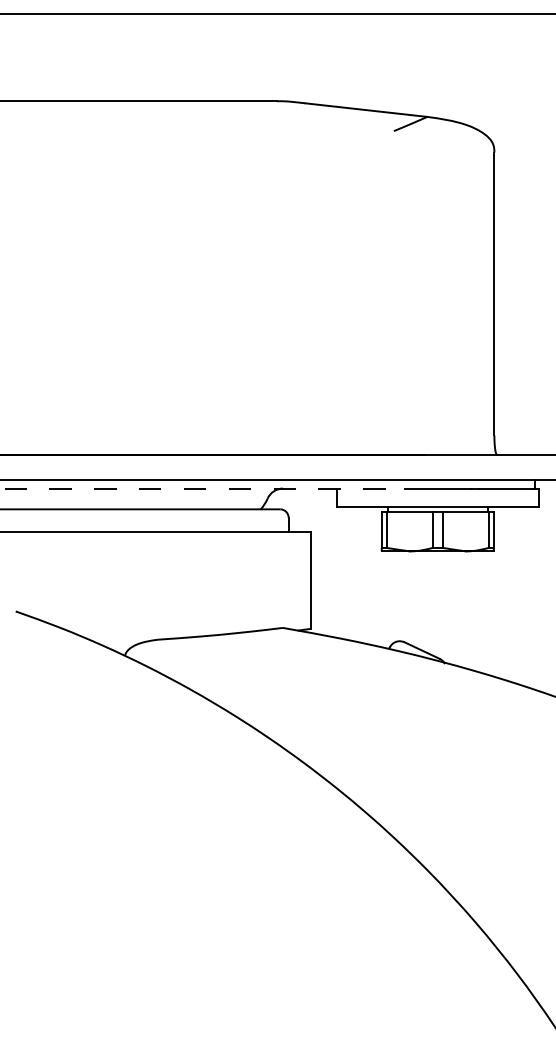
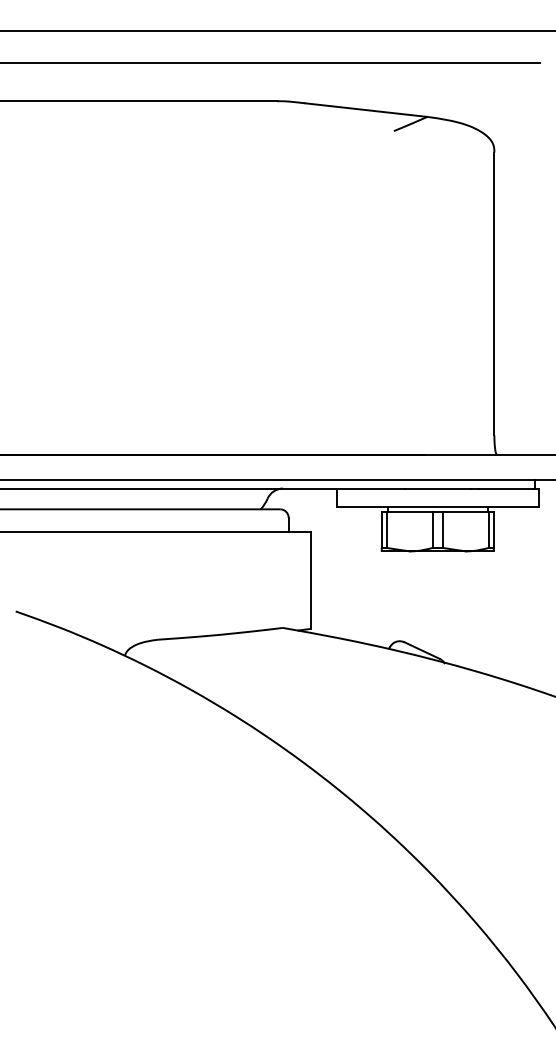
line at (277, 14) position: (277, 14) -> (277, 31)
line at (271, 62): none -> present
line at (202, 488): dashed -> solid
